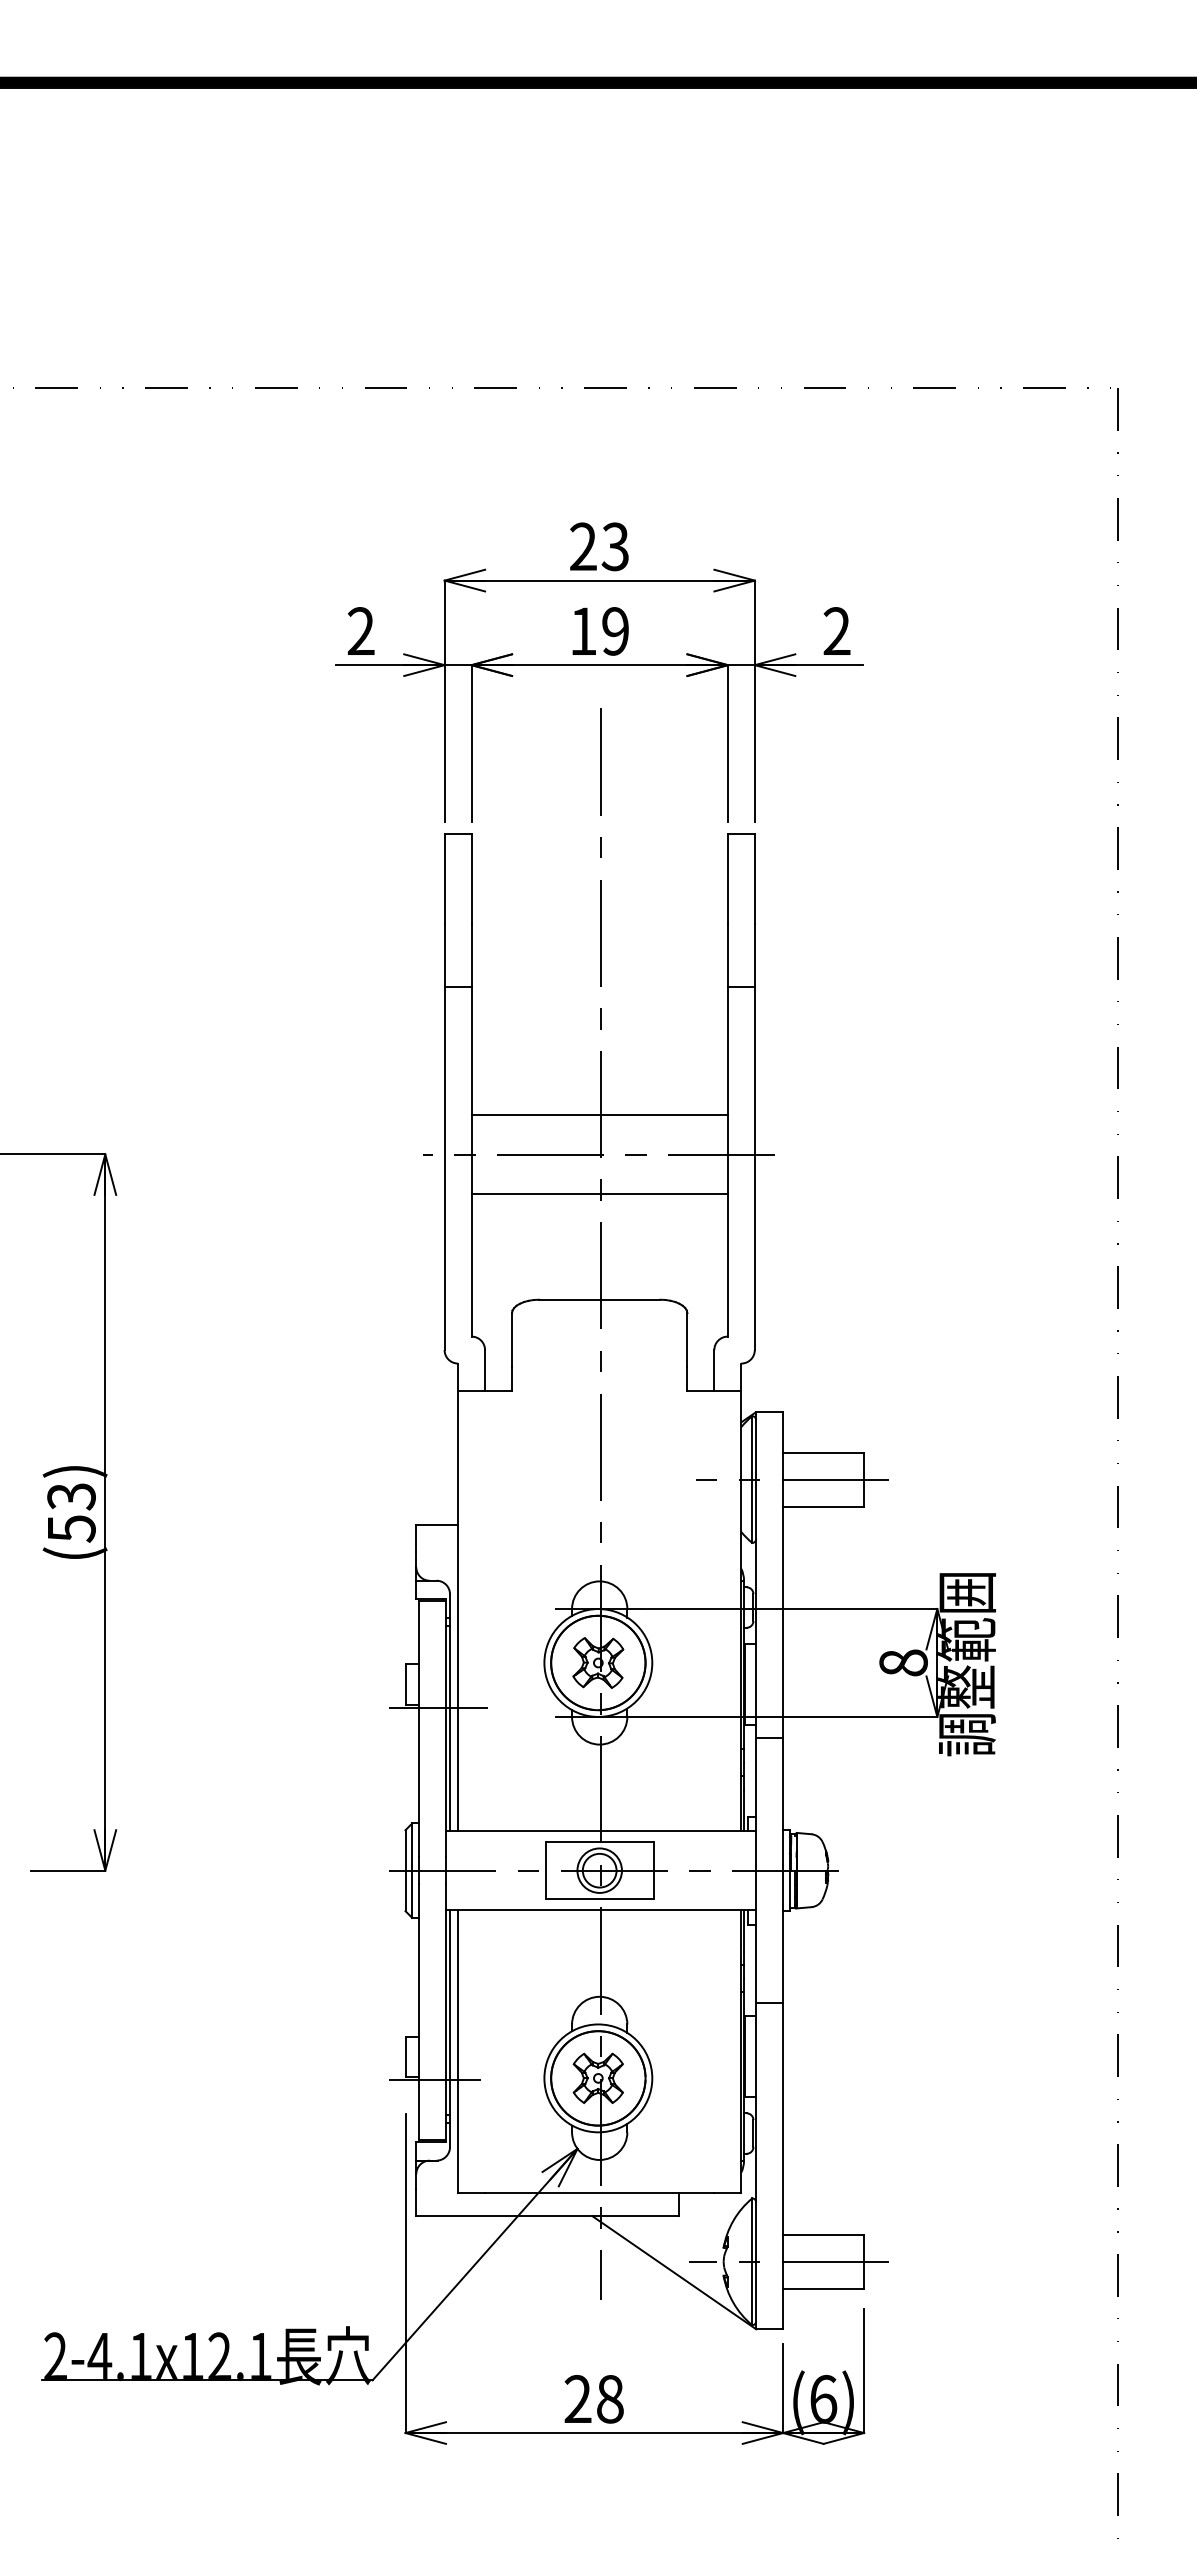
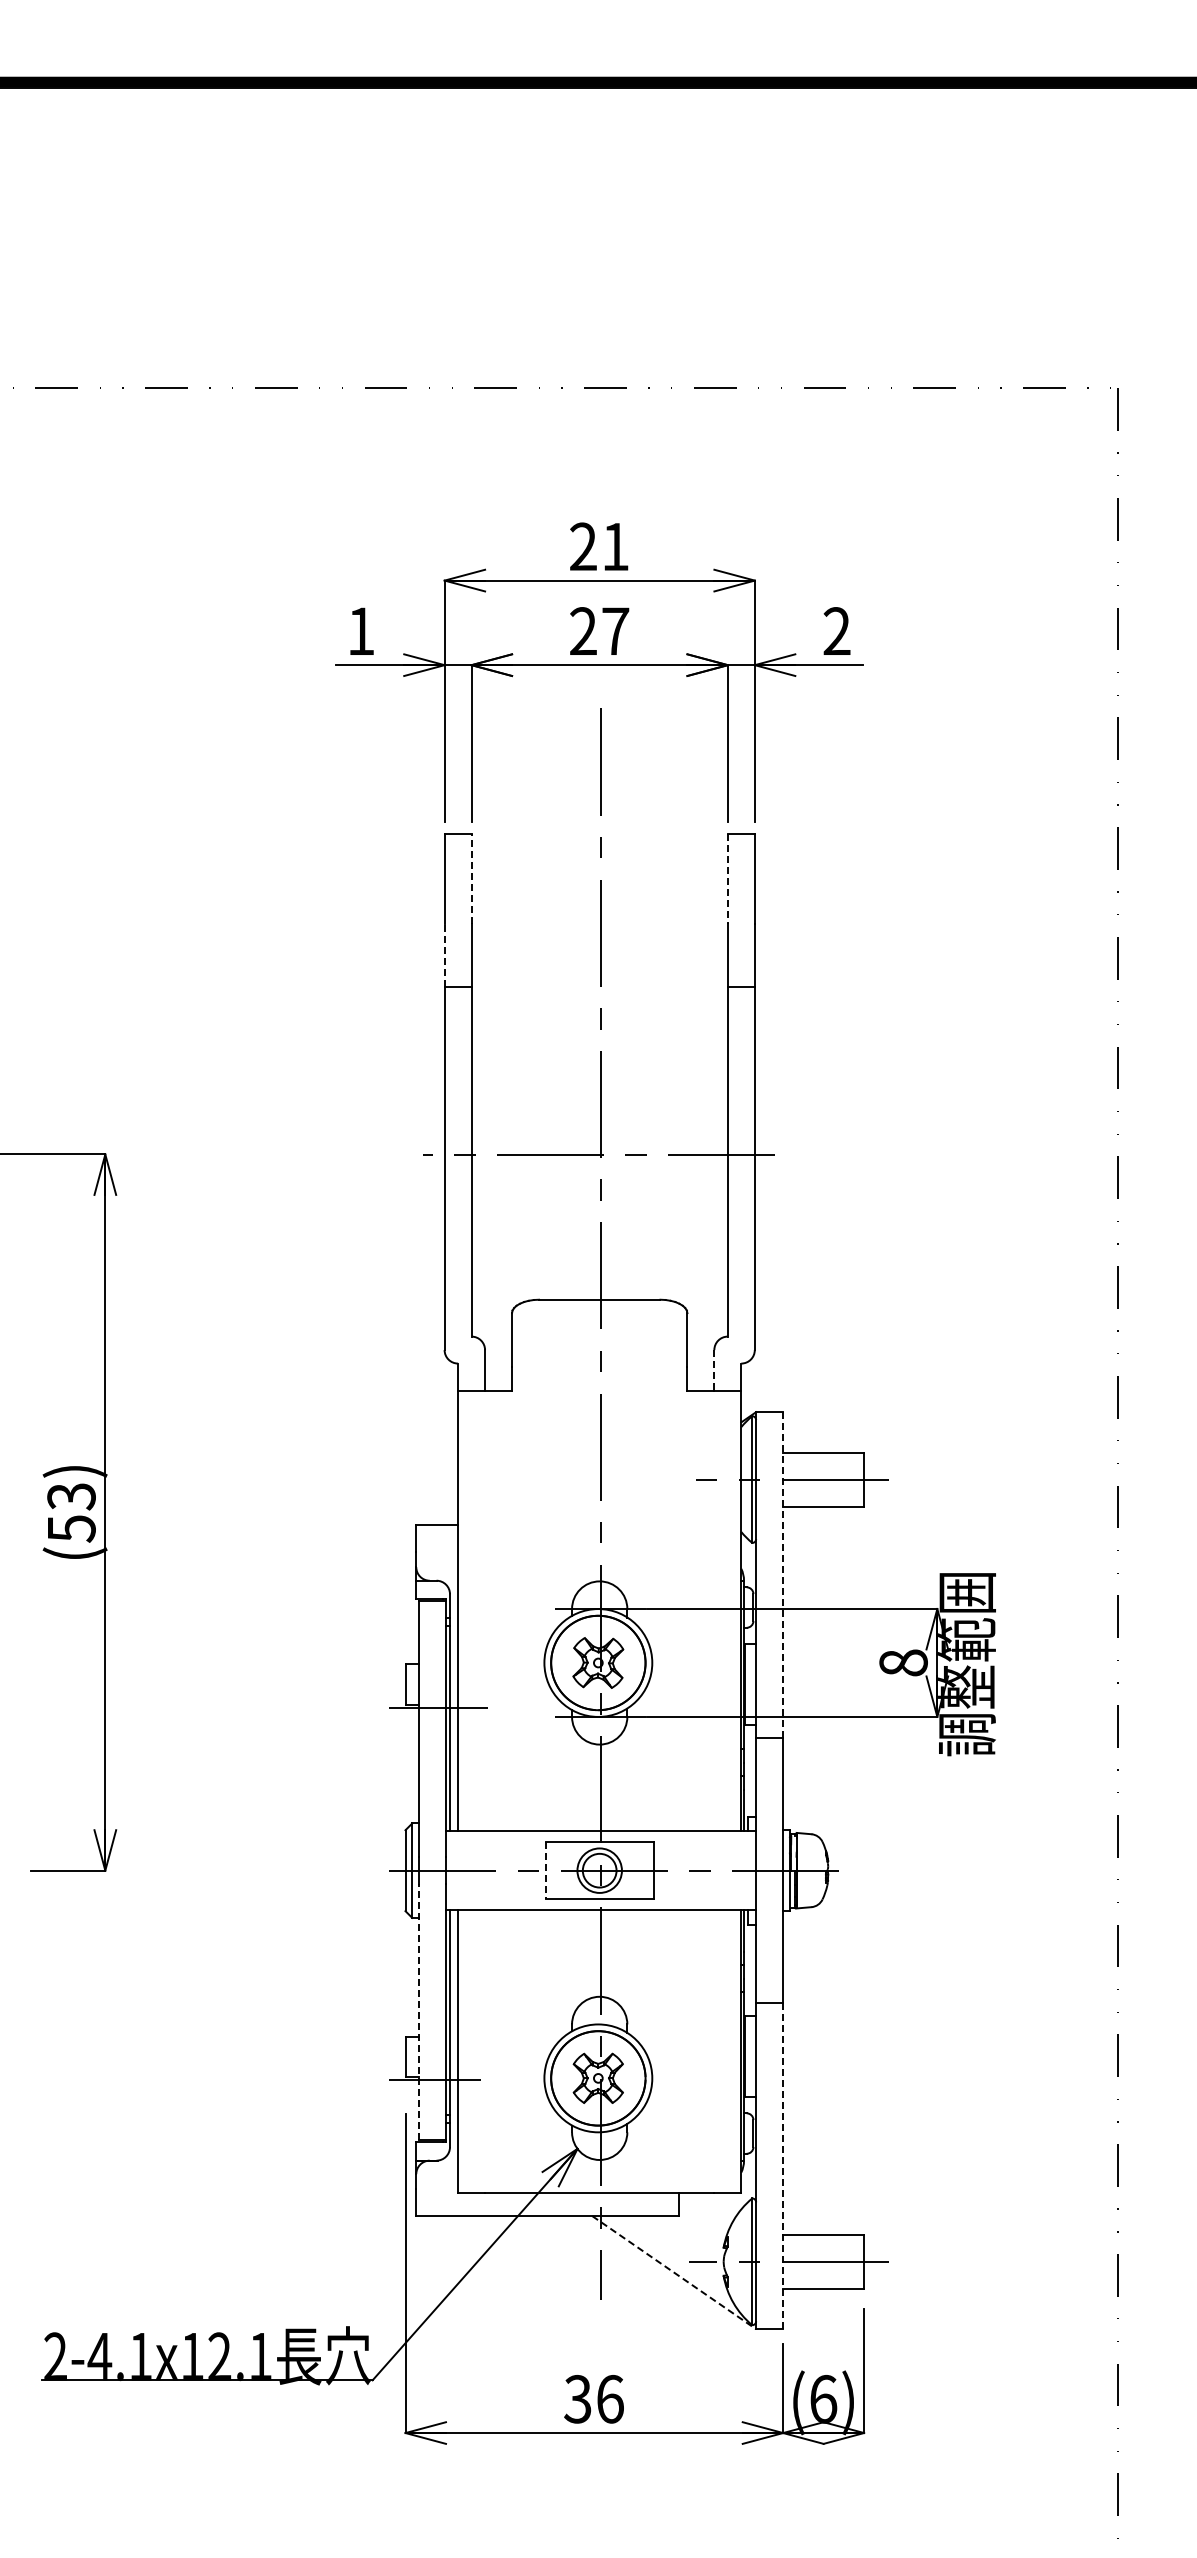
text at (614, 546): 23 -> 21
text at (360, 630): 2 -> 1
text at (599, 631): 19 -> 27
line at (471, 878): solid -> dashed
line at (727, 879): solid -> dashed
line at (444, 955): solid -> dashed
line at (599, 1115): present -> none
line at (599, 1193): present -> none
line at (714, 1370): solid -> dashed
line at (783, 1575): solid -> dashed
line at (545, 1870): solid -> dashed
line at (418, 2011): solid -> dashed
line at (783, 2166): solid -> dashed
line at (674, 2272): solid -> dashed
text at (593, 2399): 28 -> 36
